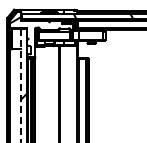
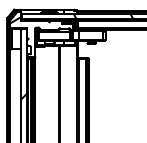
line at (21, 85): dashed -> solid
